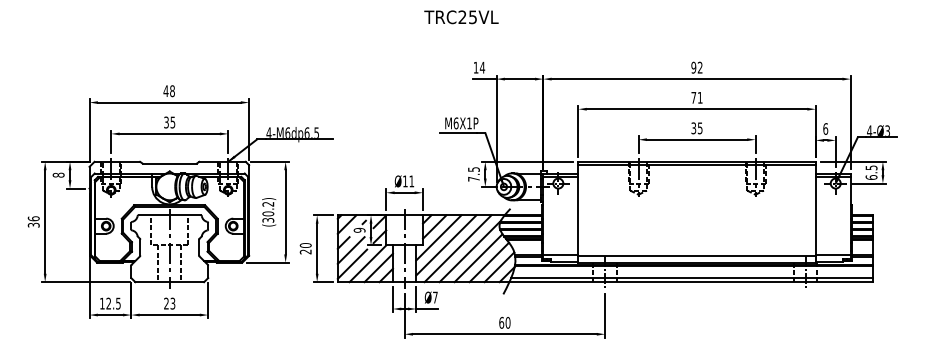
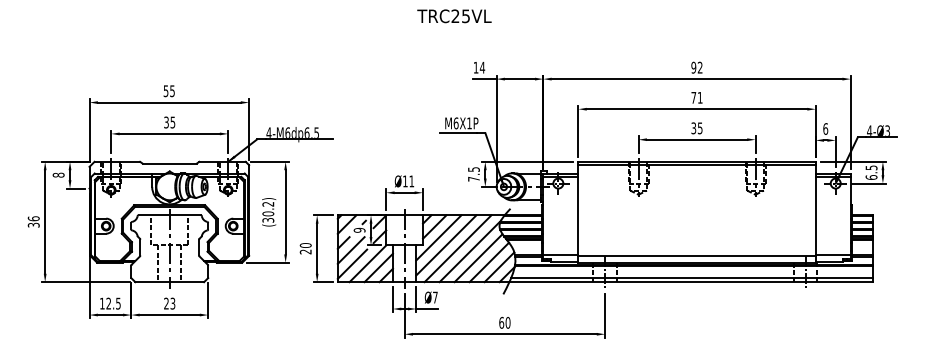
text at (461, 17) position: (461, 17) -> (454, 16)
text at (168, 91): 48 -> 55
